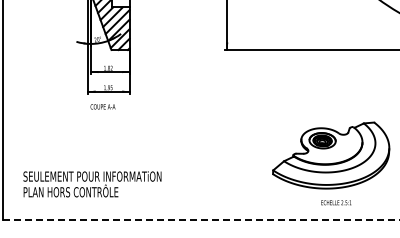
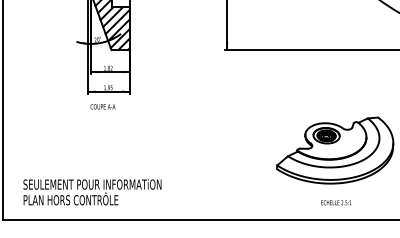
part at (331, 155) position: (331, 155) -> (335, 150)
text at (92, 184) position: (92, 184) -> (92, 192)
line at (201, 219): dashed -> solid
